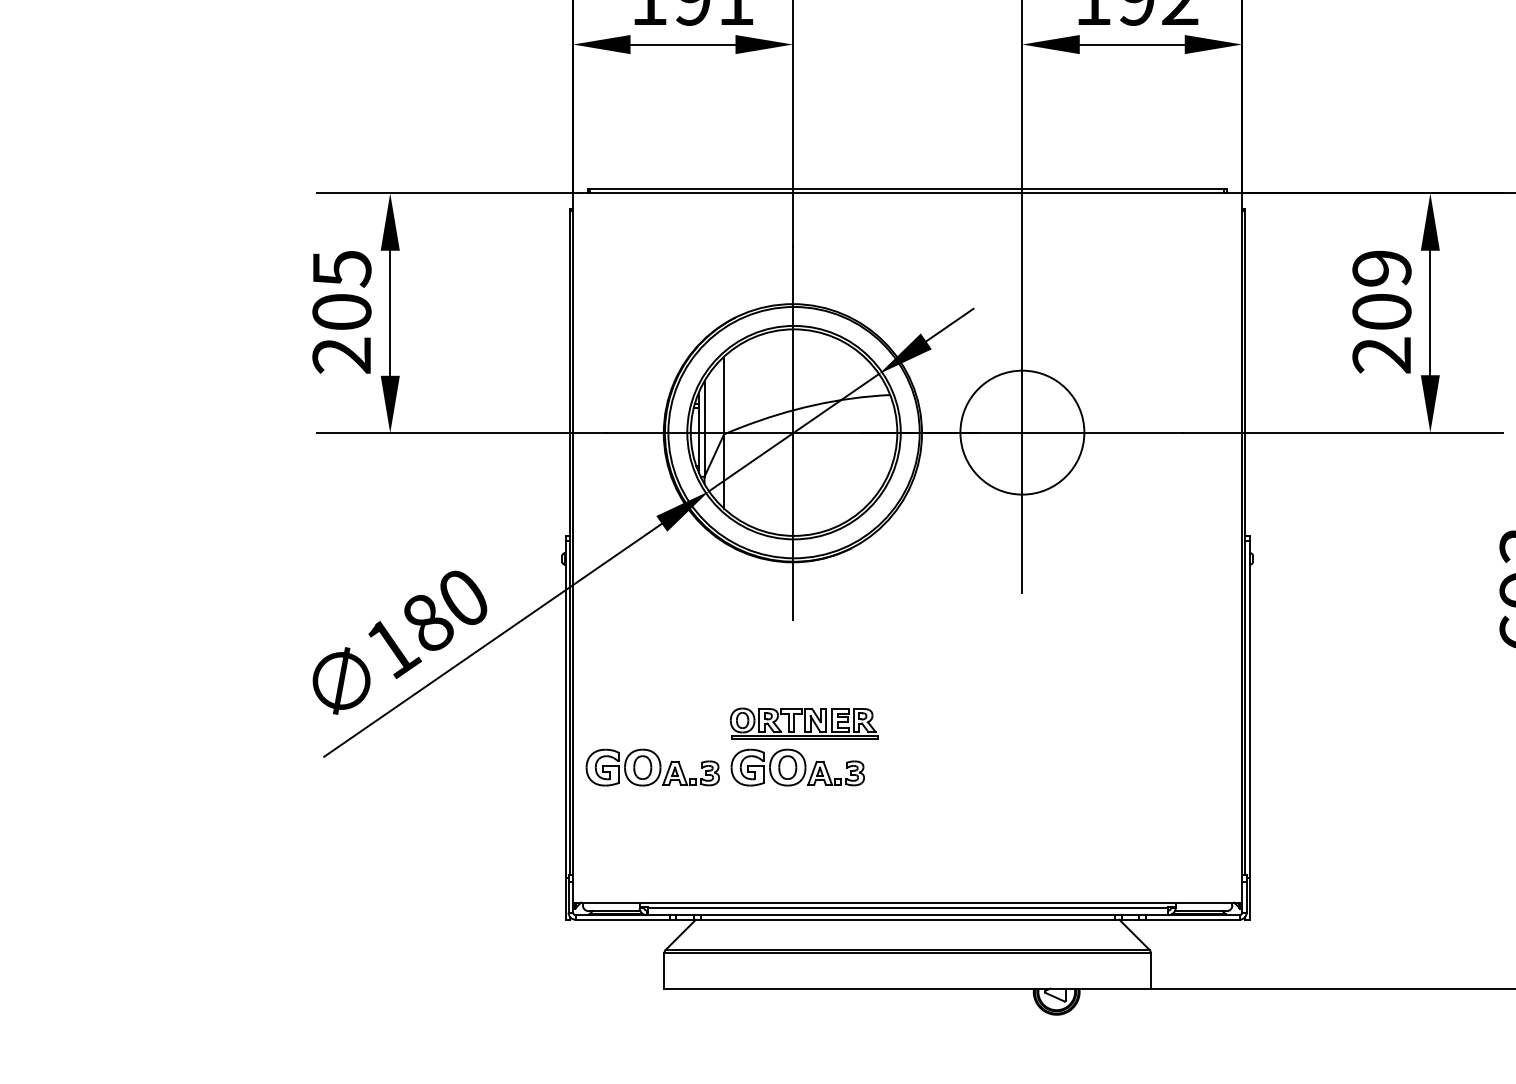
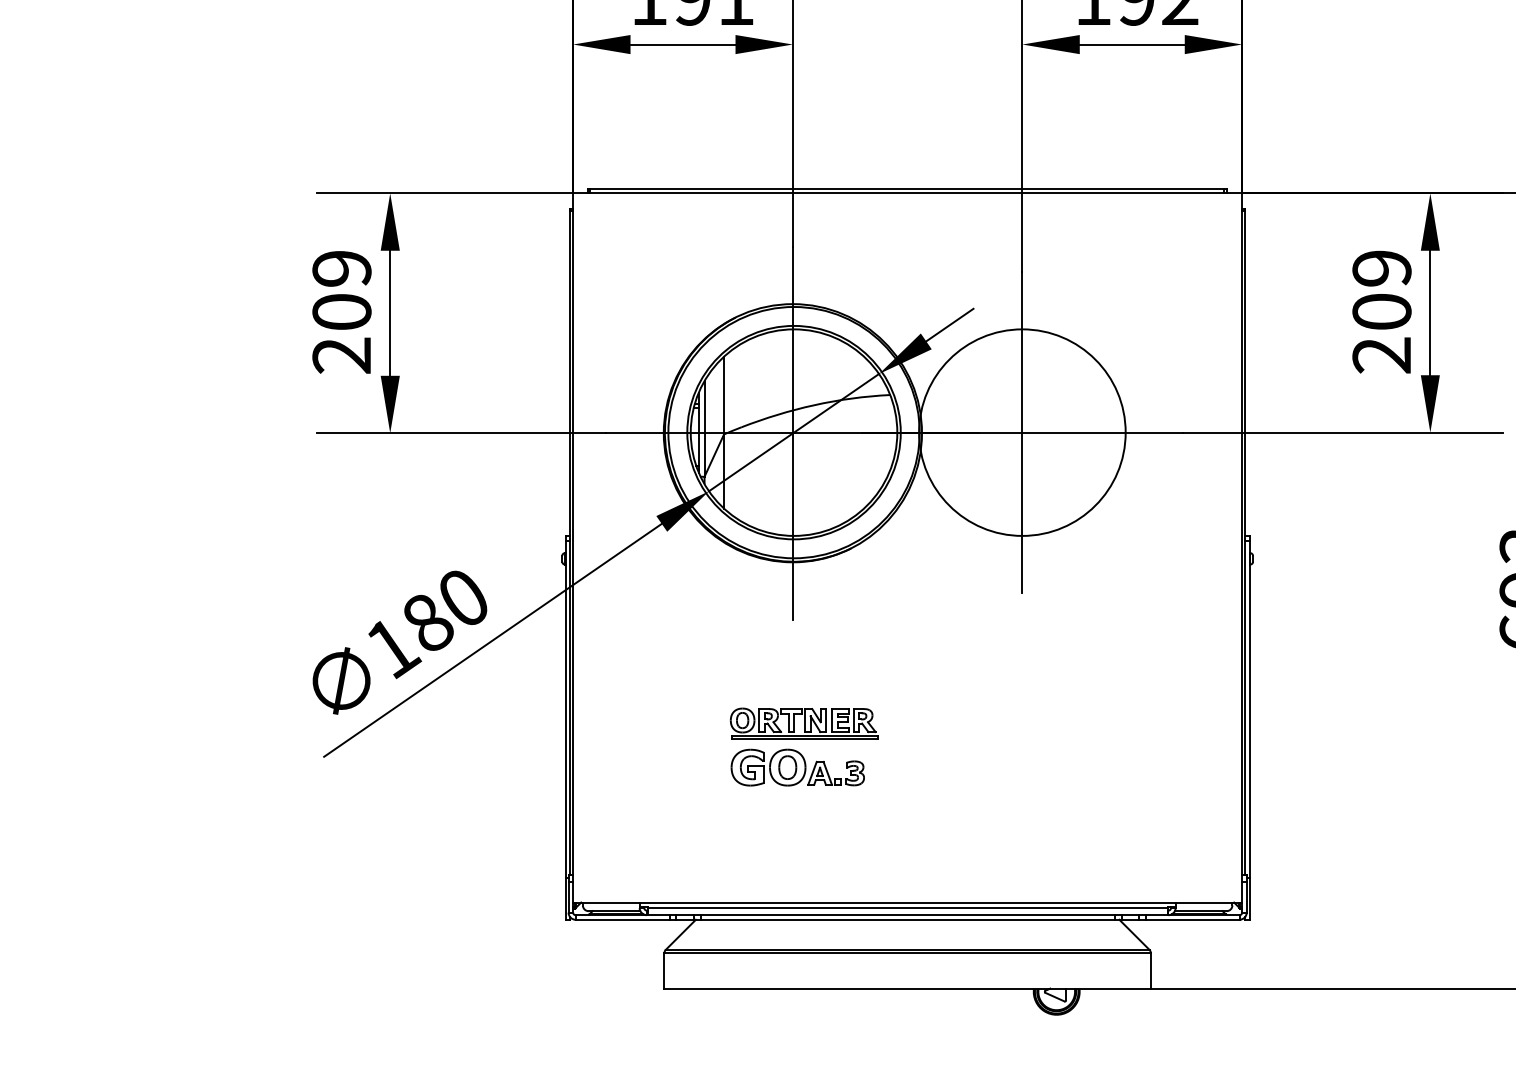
text at (341, 269): 205 -> 209
circle at (1022, 432) diameter: 124 px -> 207 px
part at (652, 767): present -> none
